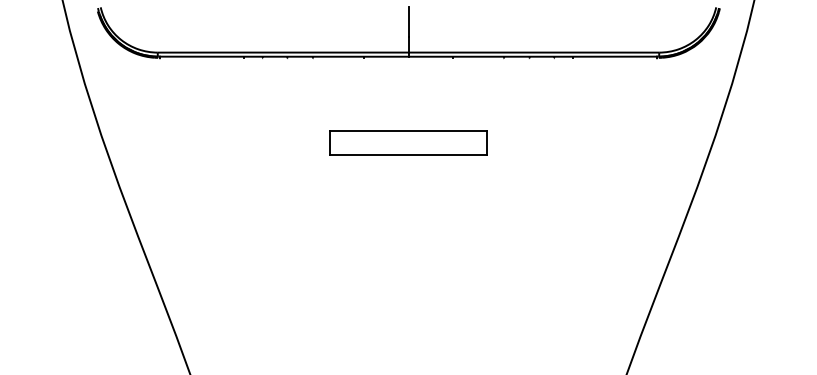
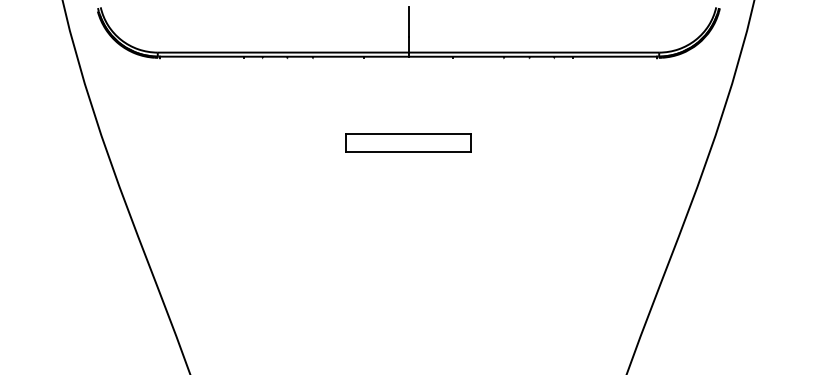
part at (408, 142) size: 159x26 px -> 127x20 px
